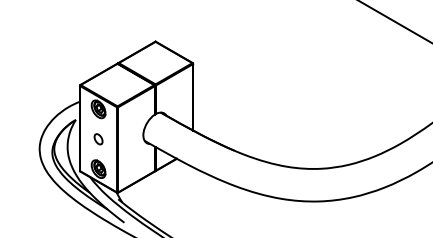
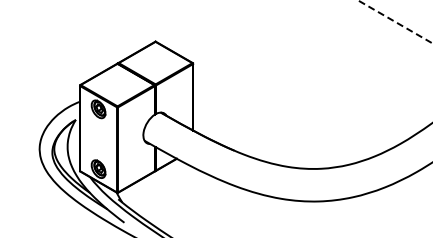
line at (395, 21): solid -> dashed
part at (98, 139): present -> none
